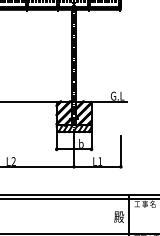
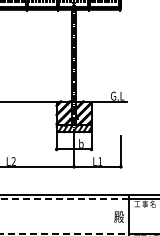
line at (64, 199): solid -> dashed
line at (65, 233): solid -> dashed
